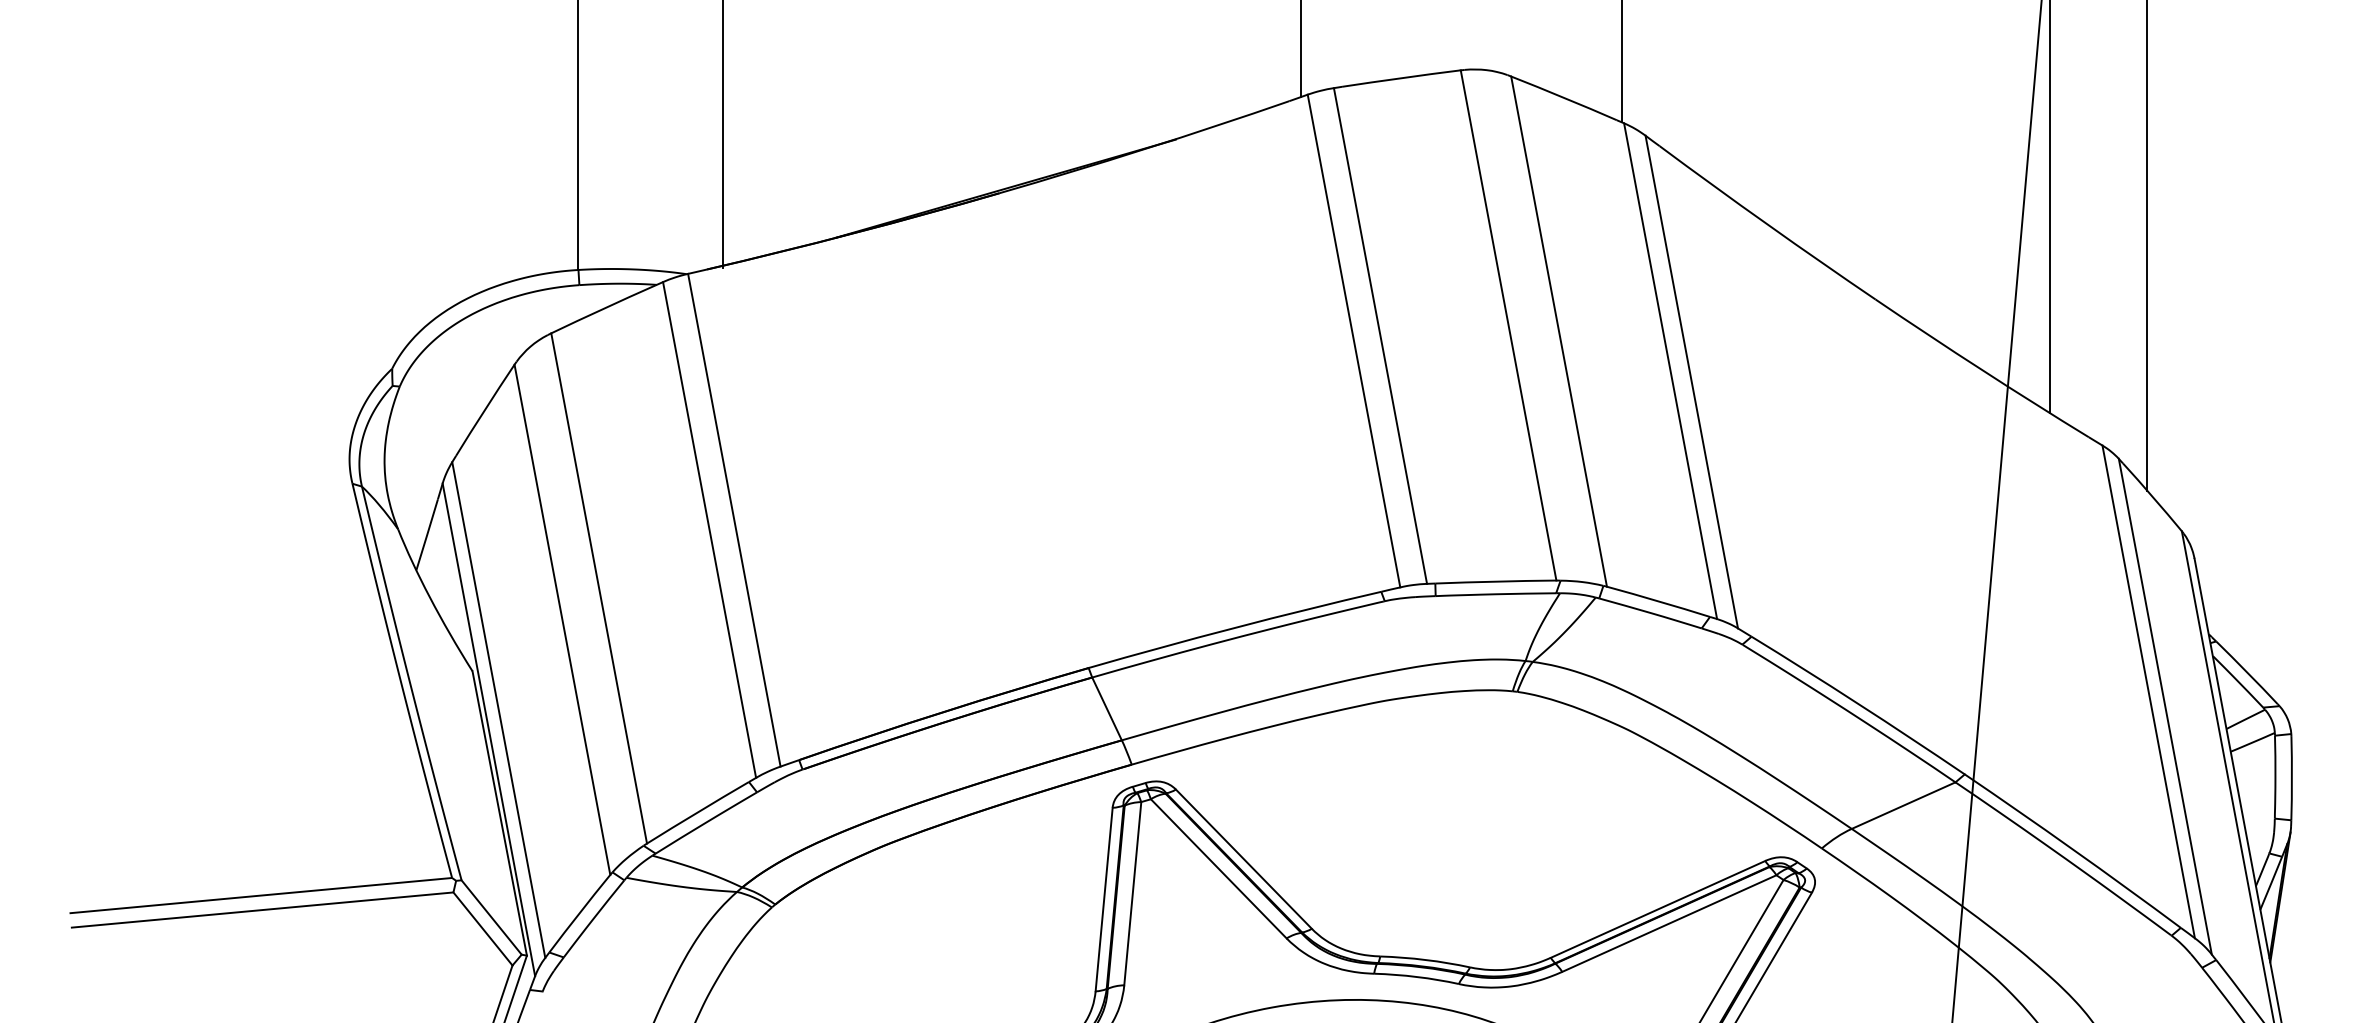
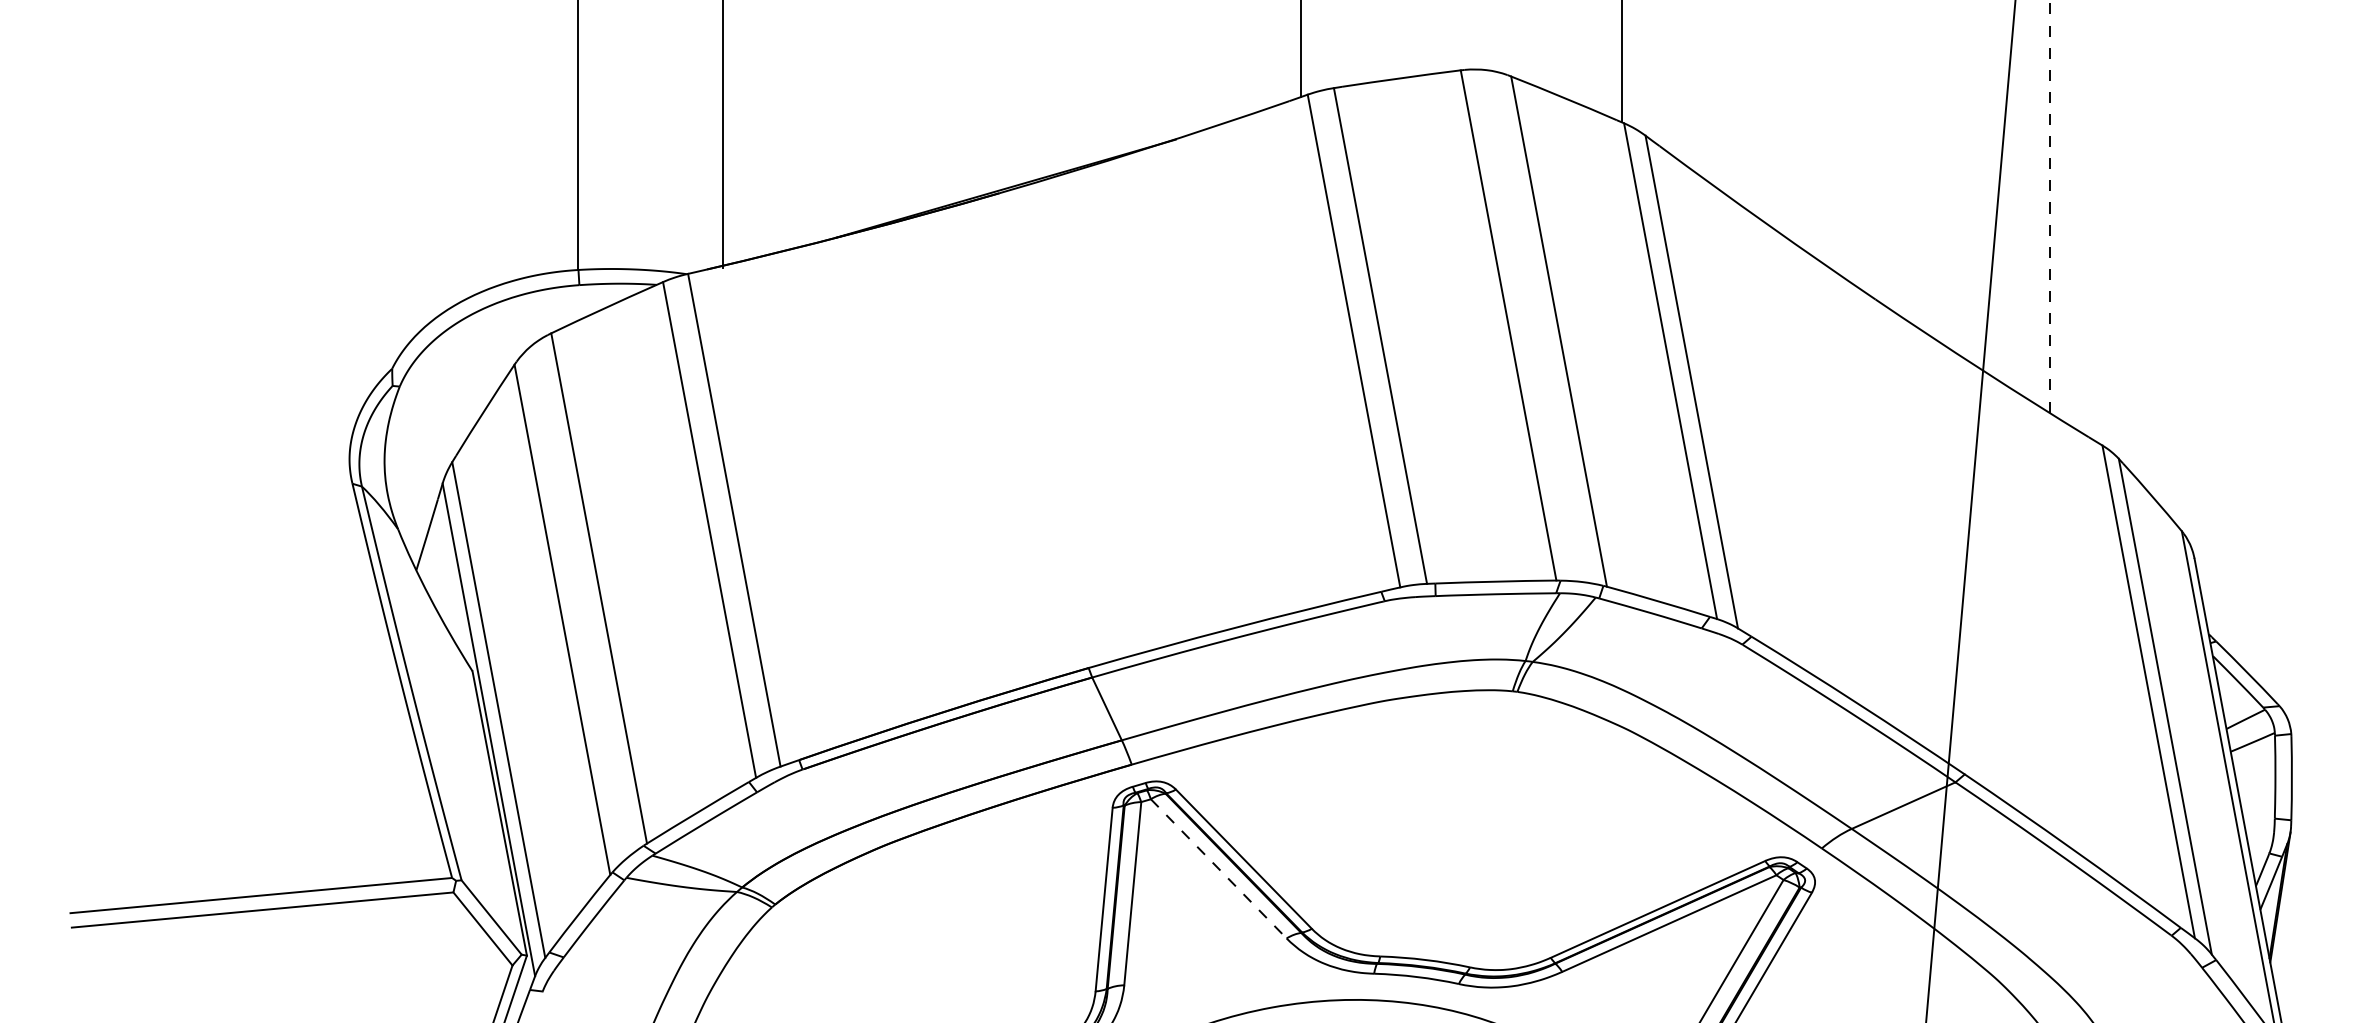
line at (2050, 206): solid -> dashed
line at (2147, 246): present -> none
line at (1996, 510) position: (1996, 510) -> (1970, 510)
line at (1219, 869): solid -> dashed
